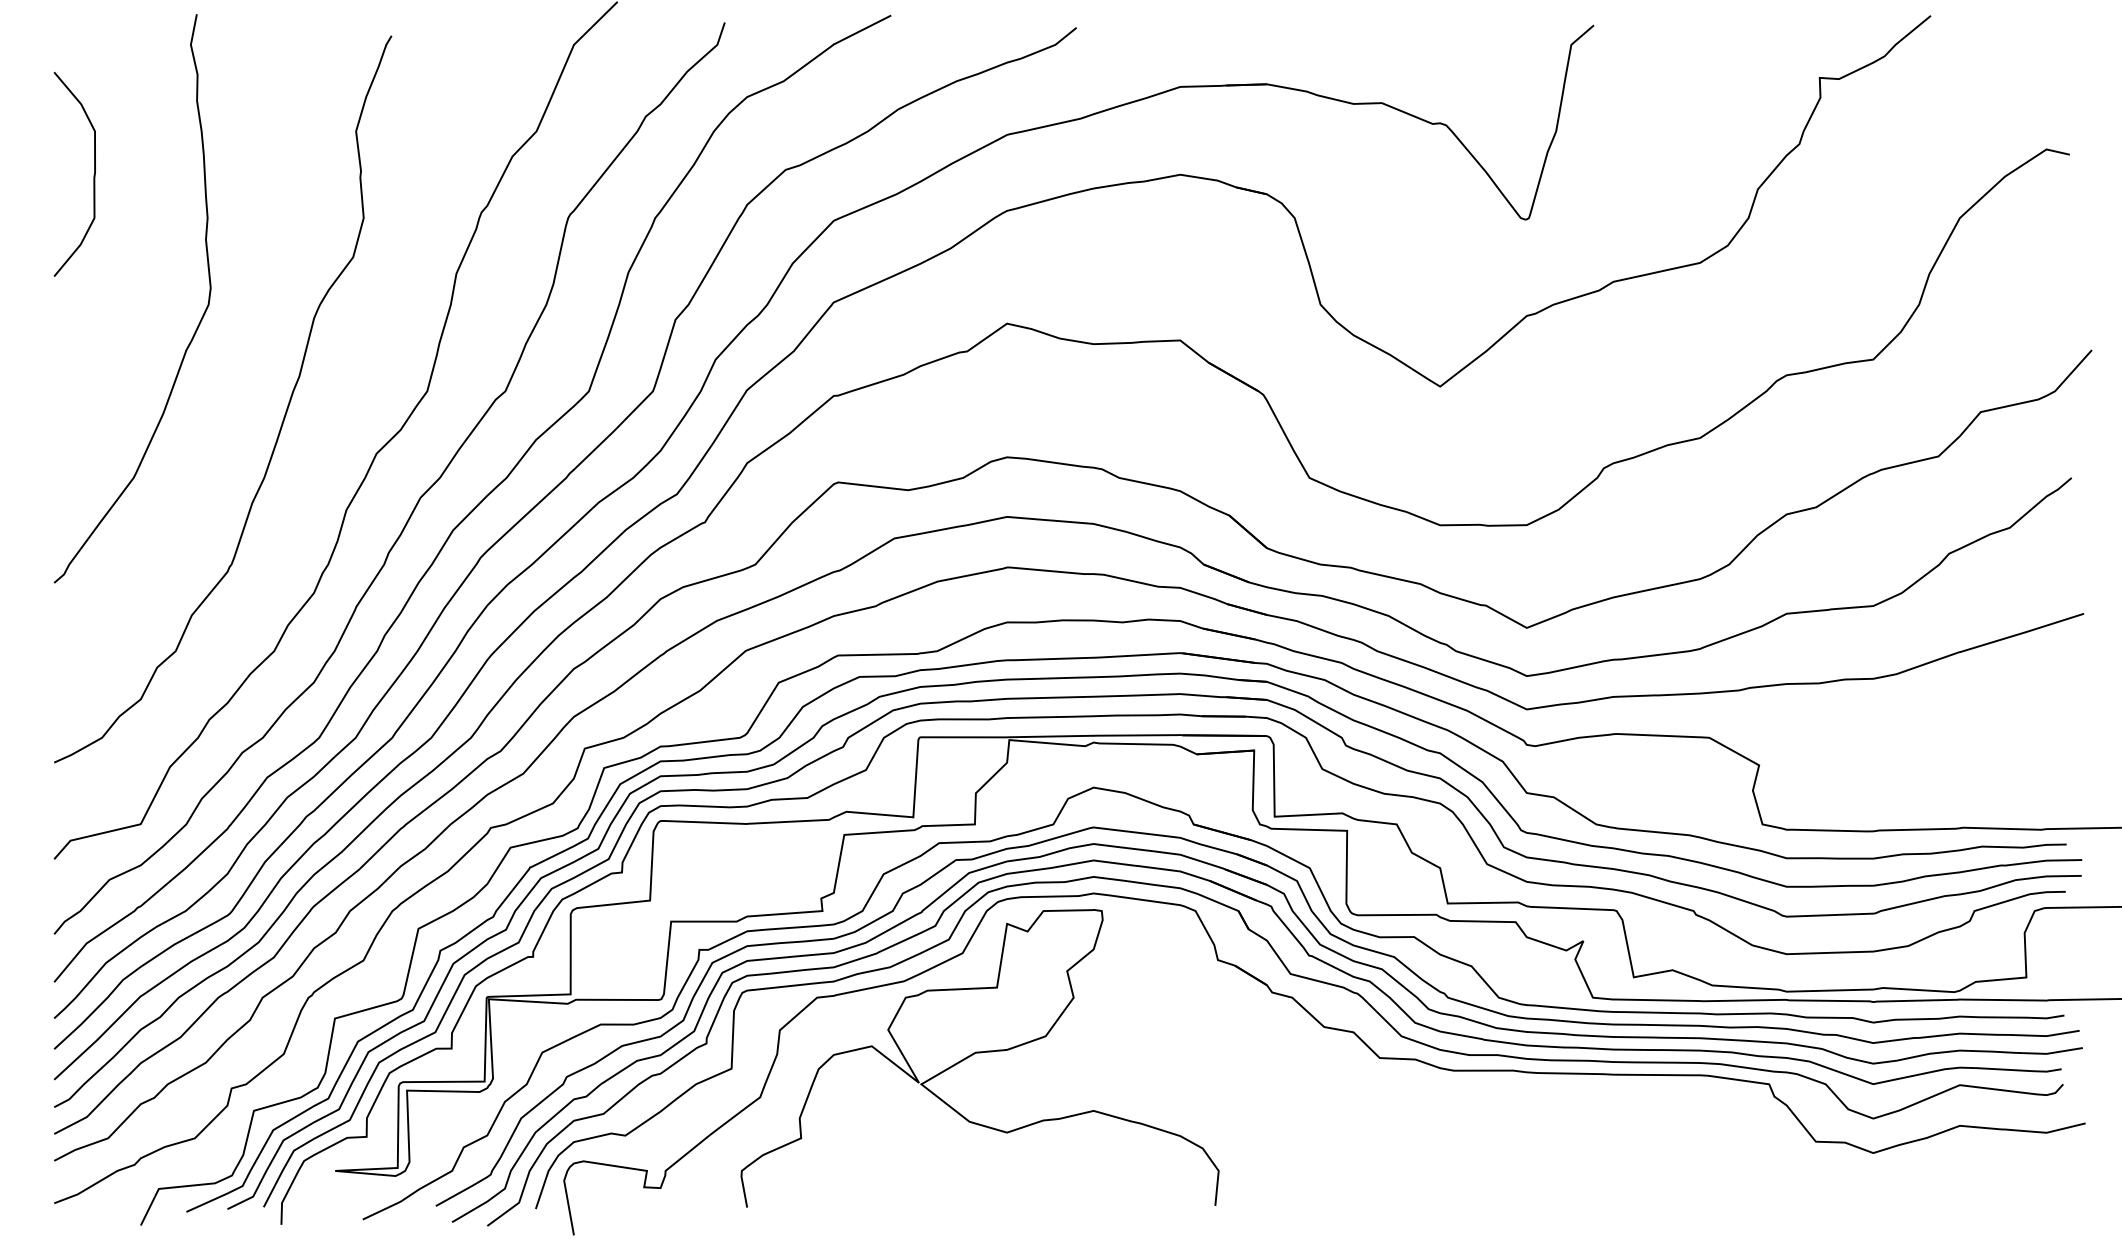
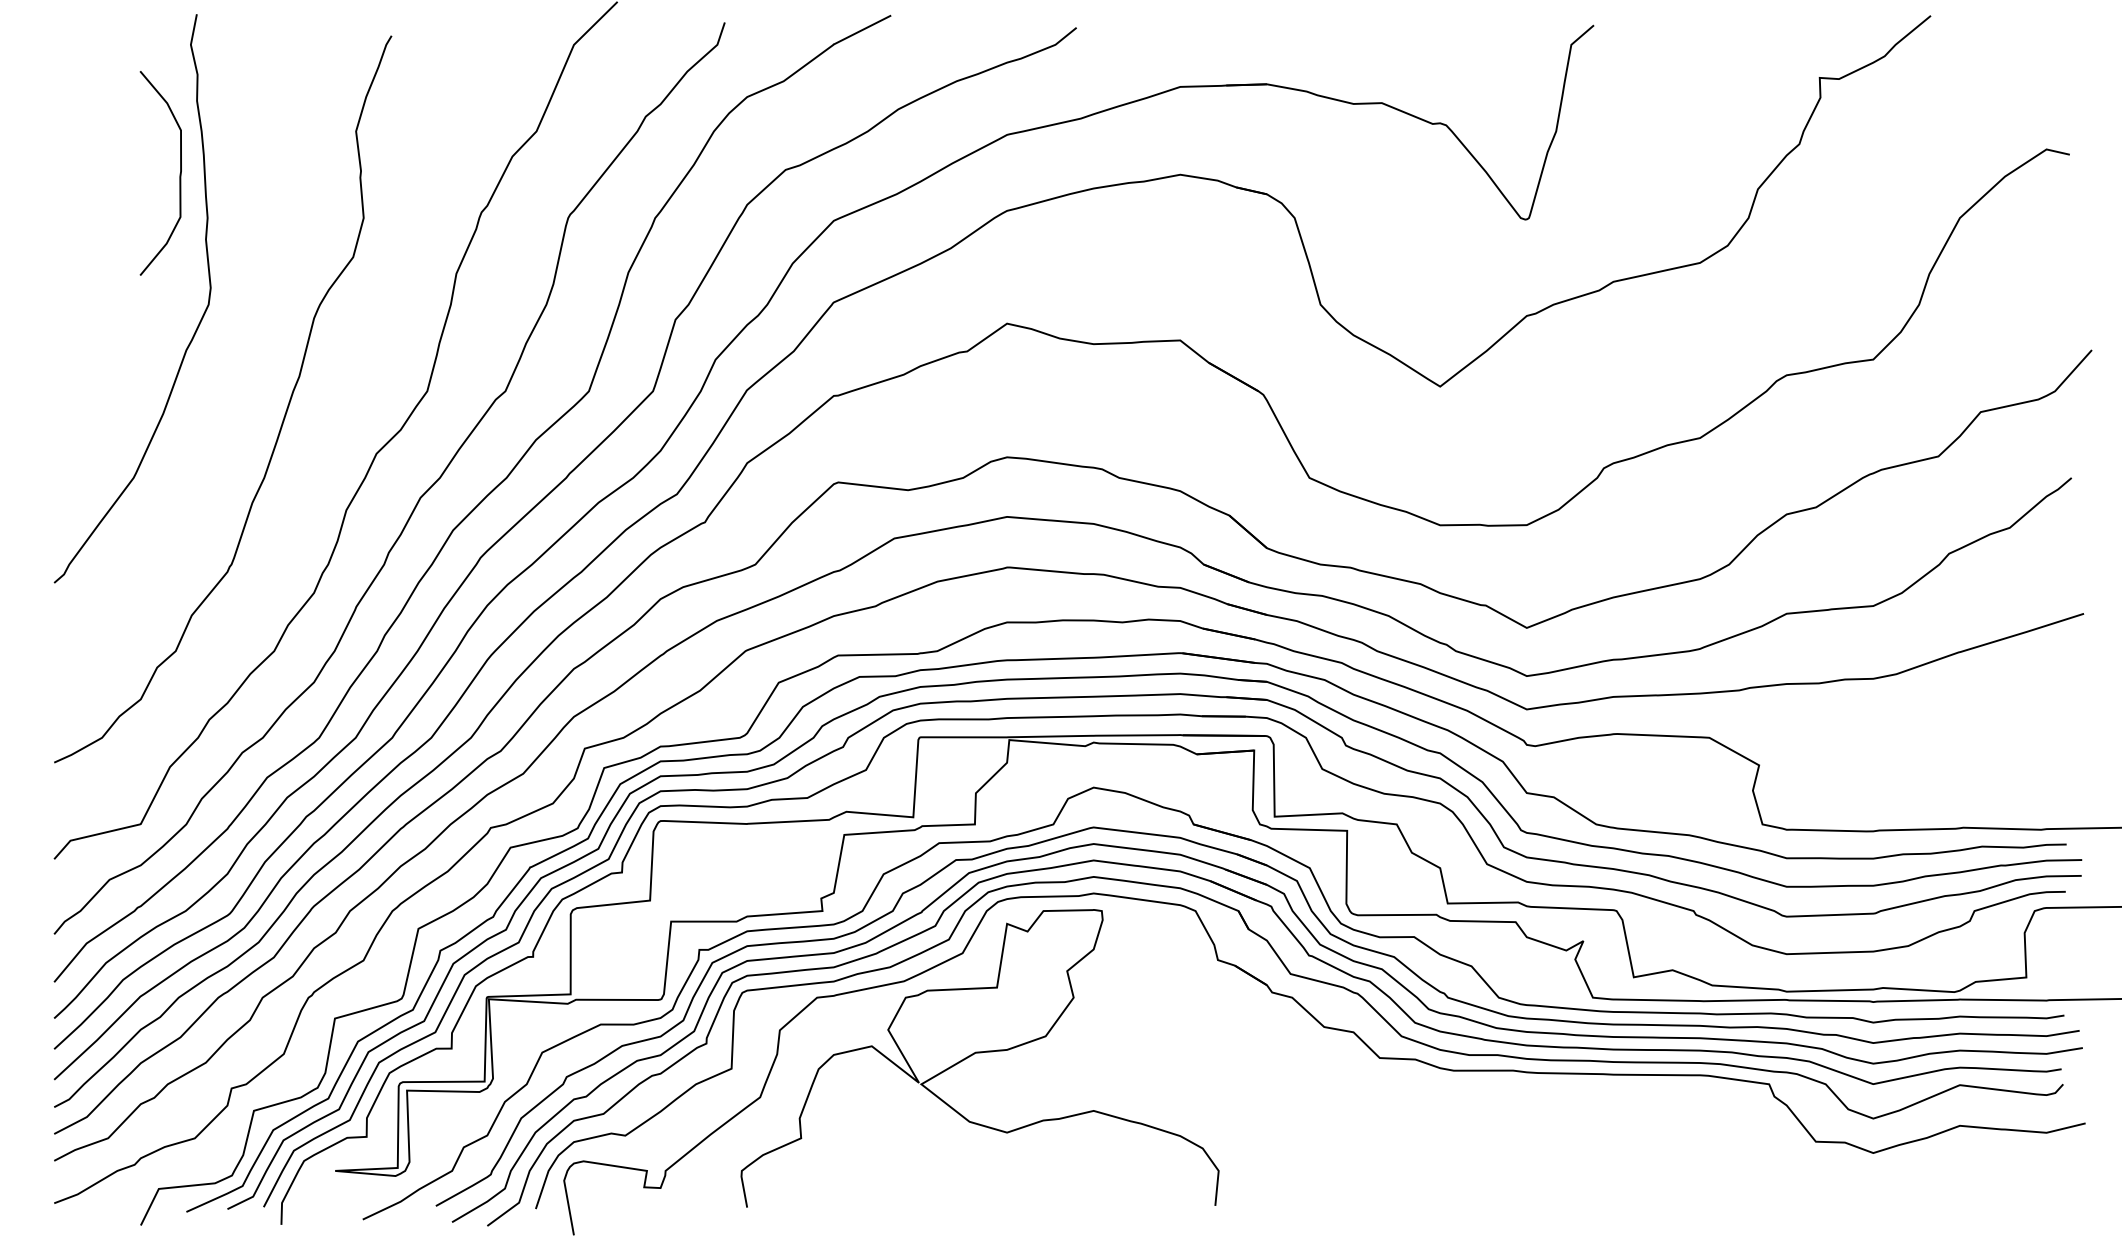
curve at (93, 174) position: (93, 174) -> (179, 173)
